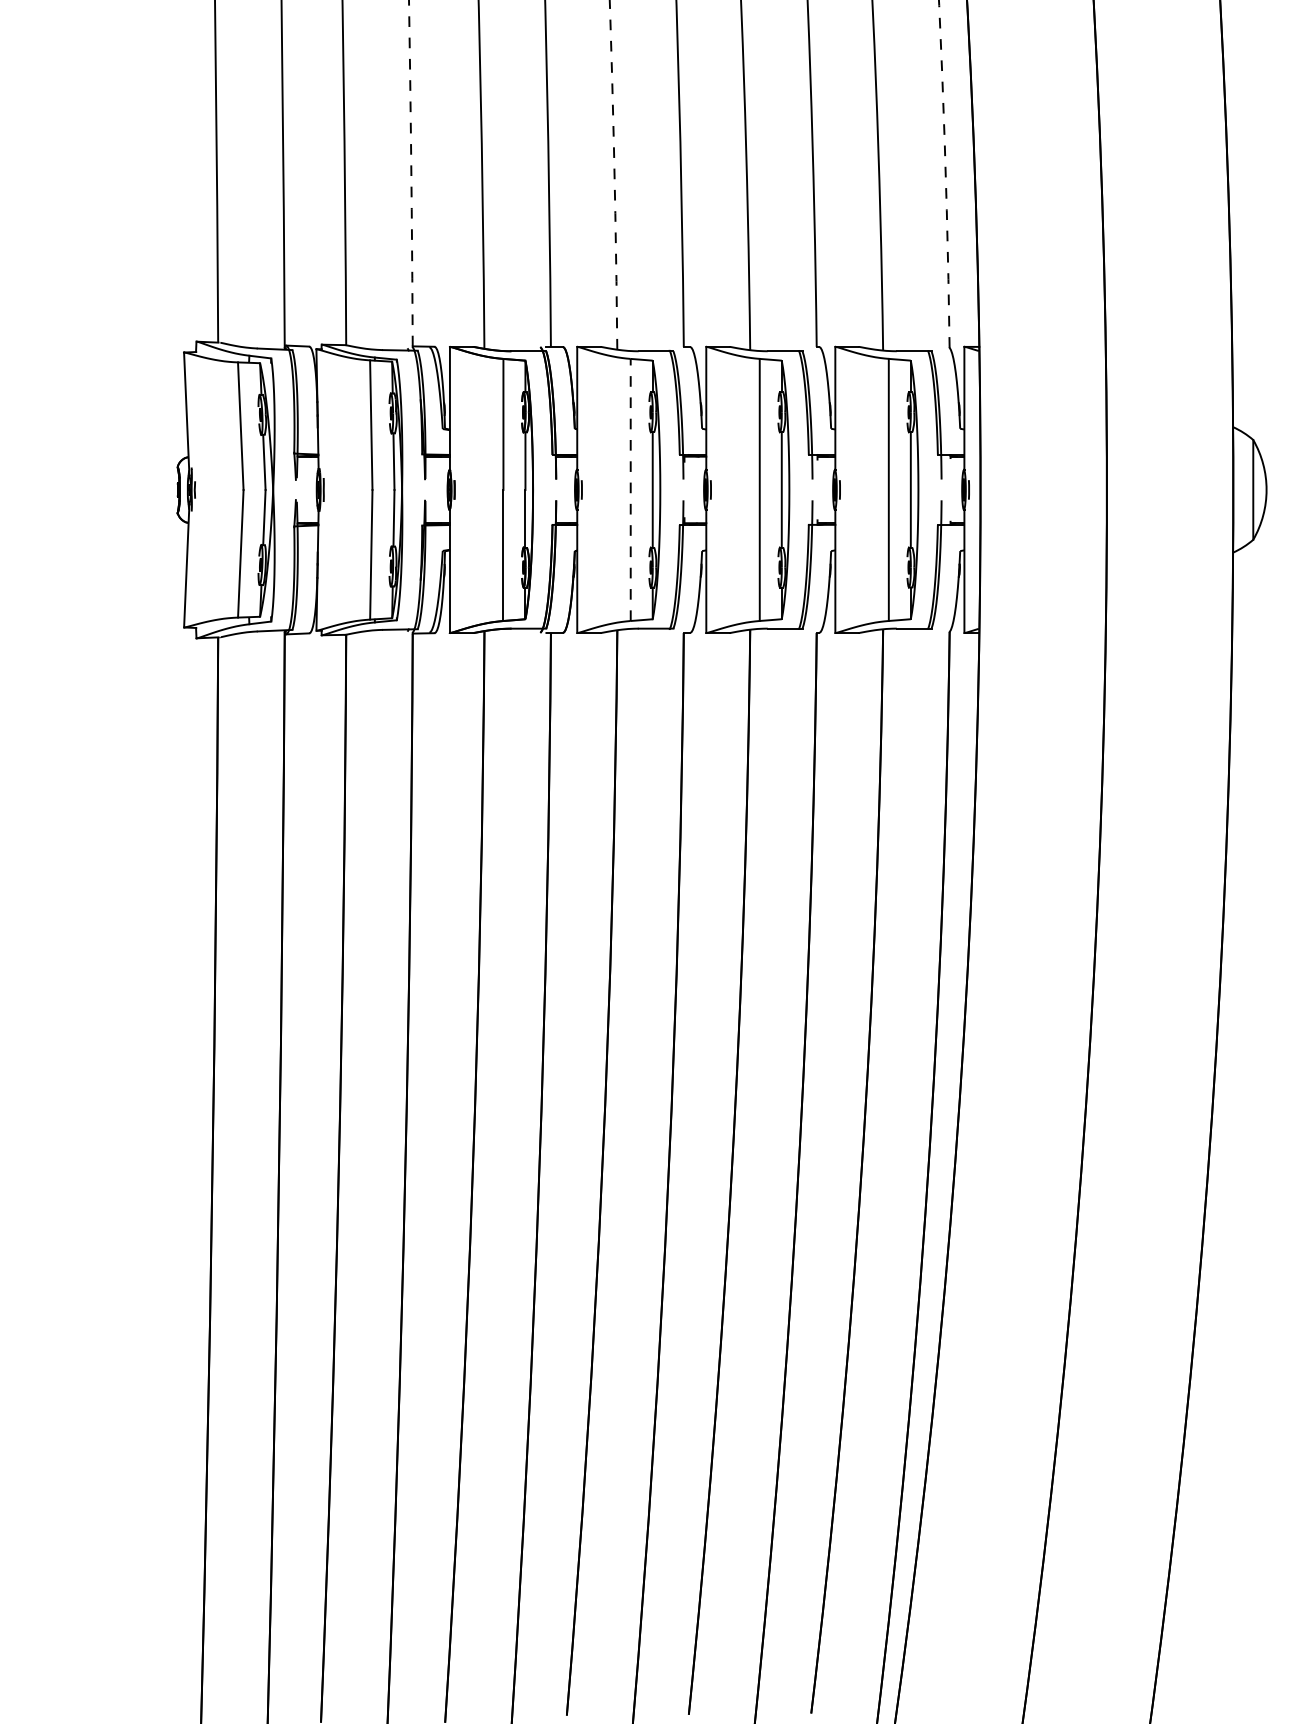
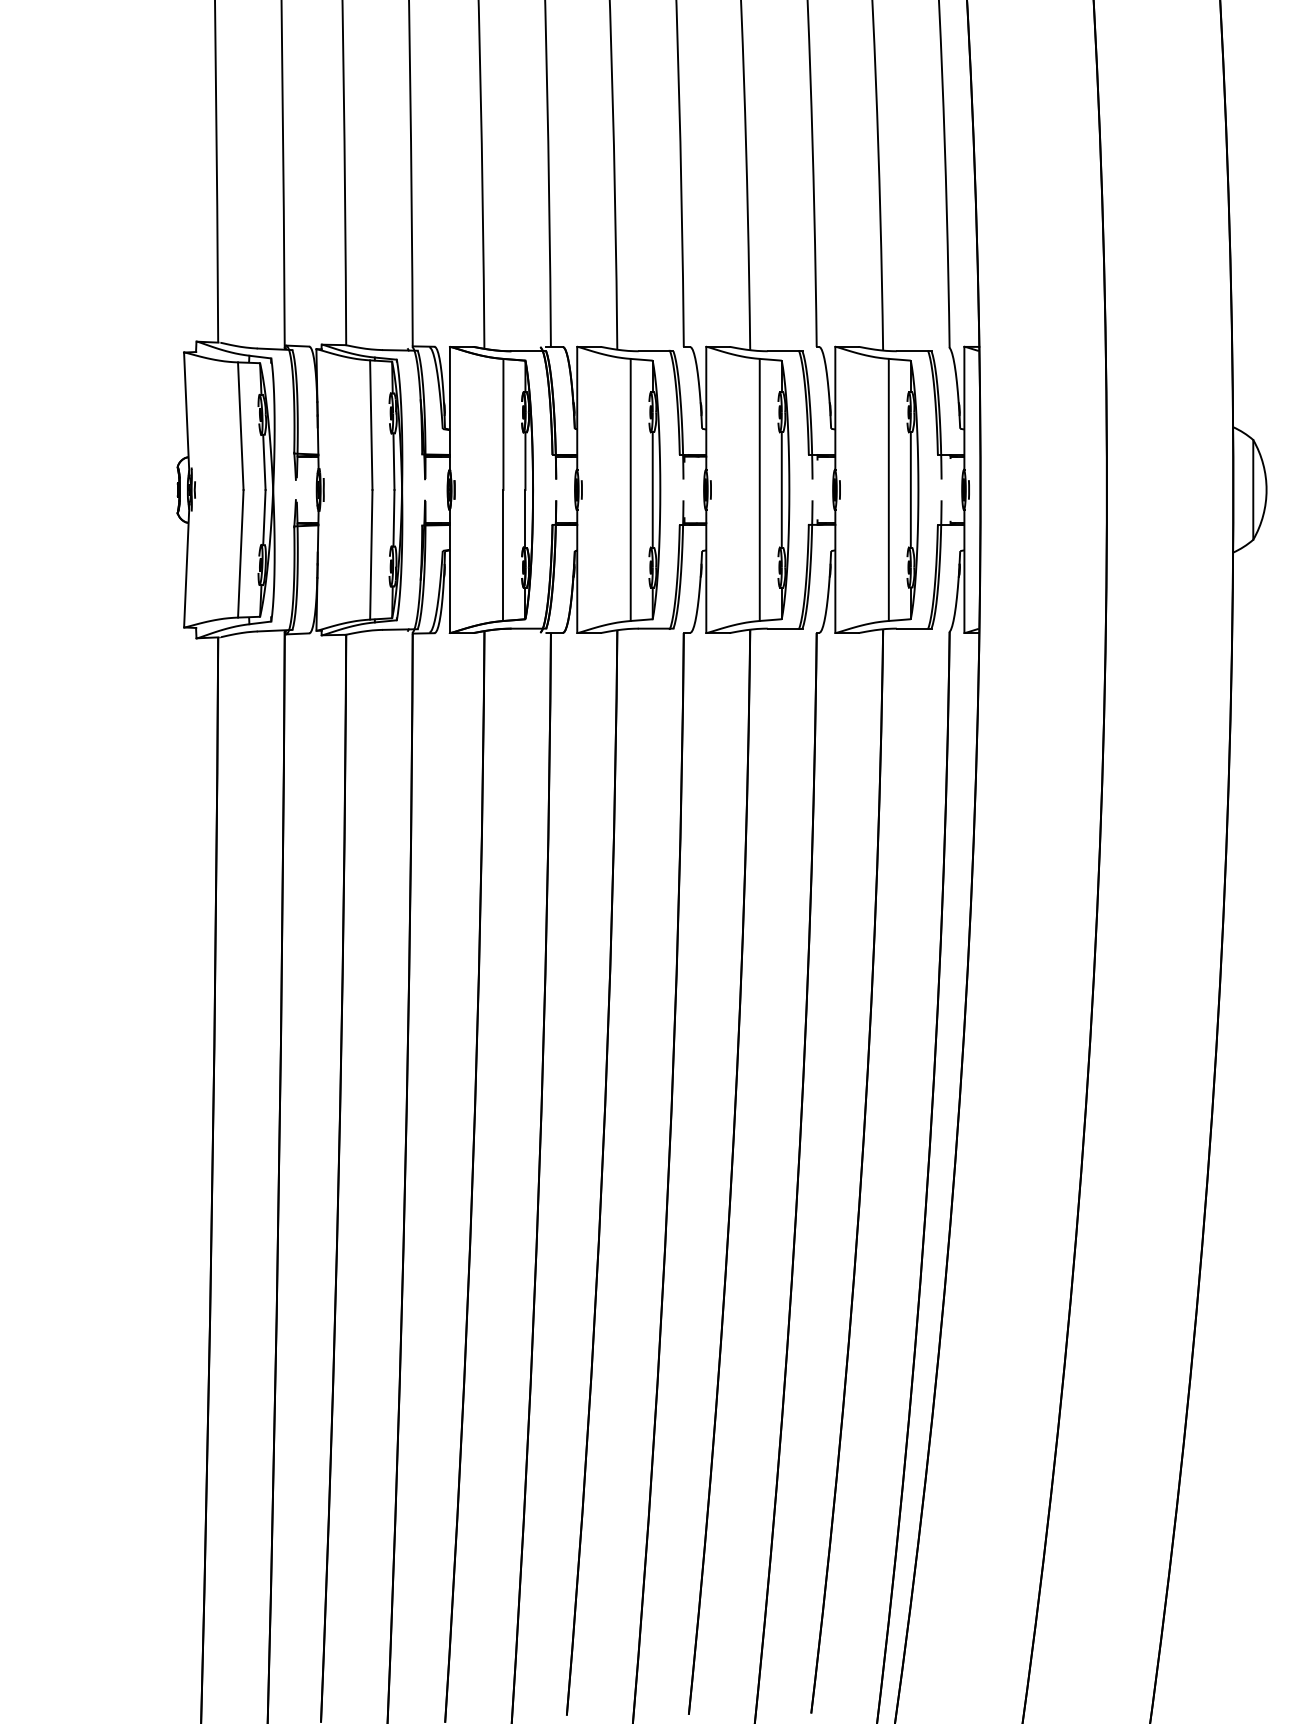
arc at (411, 172): dashed -> solid
arc at (614, 173): dashed -> solid
arc at (945, 173): dashed -> solid
line at (630, 489): dashed -> solid
